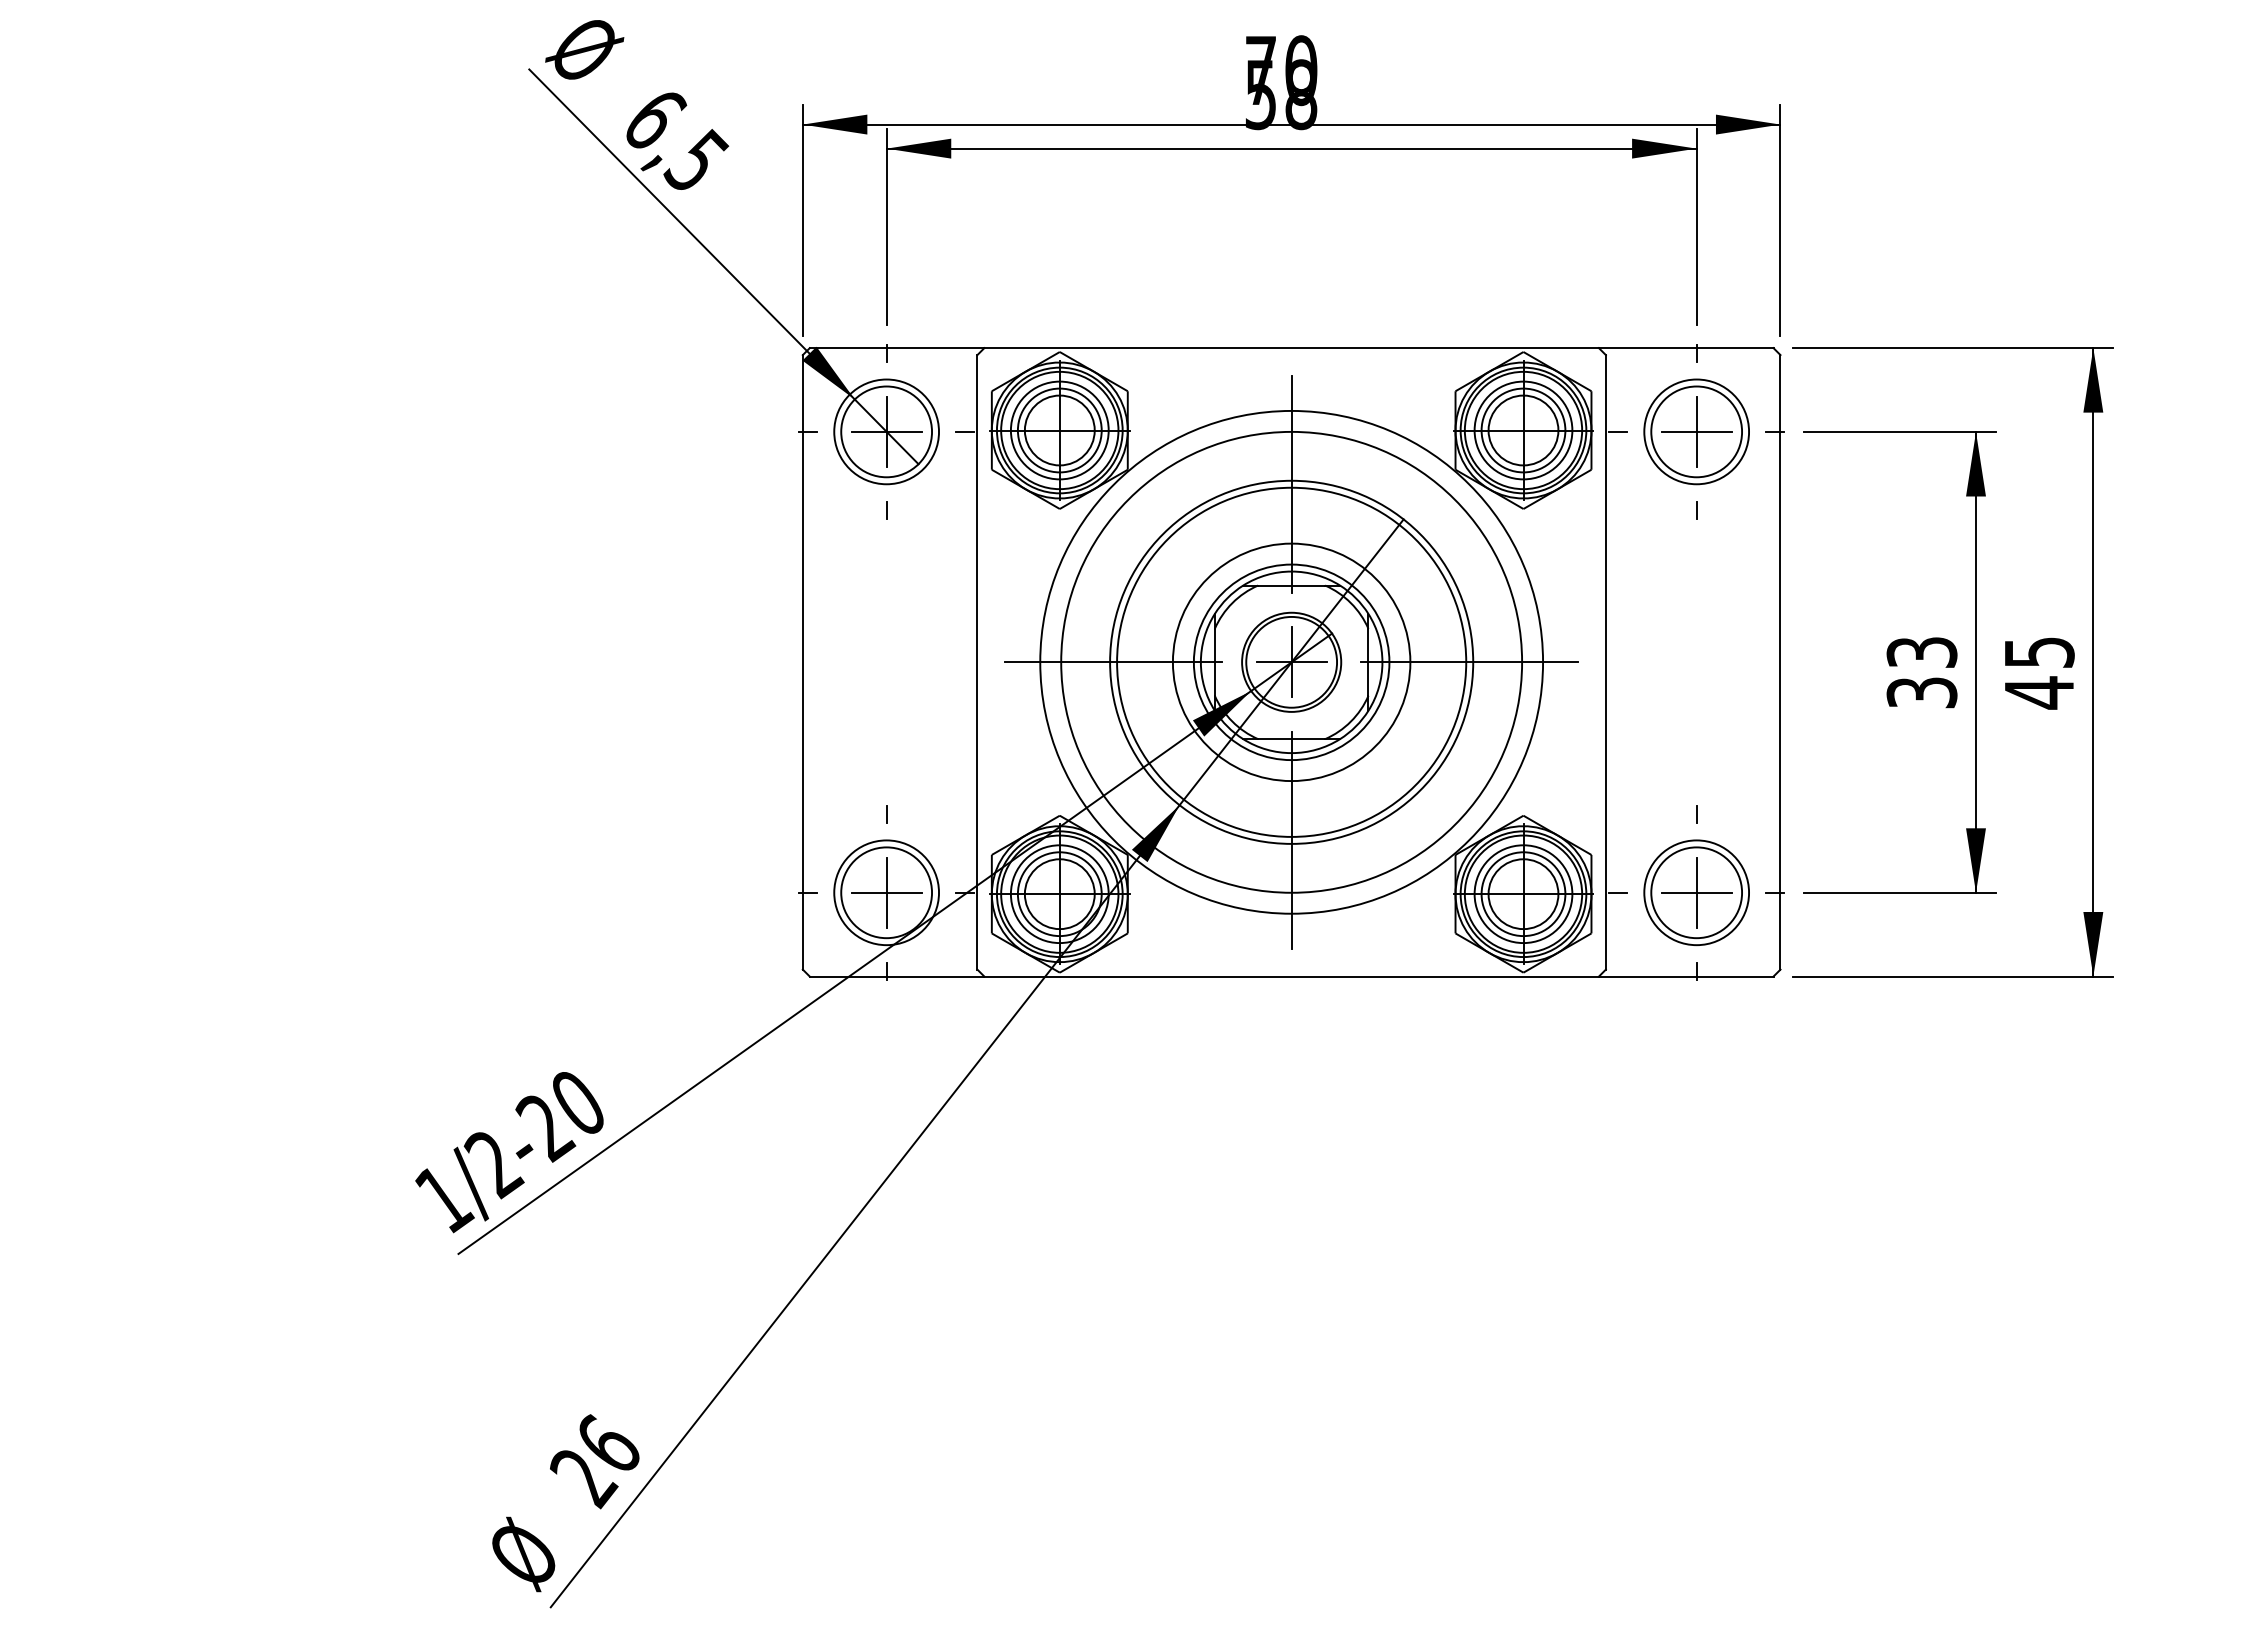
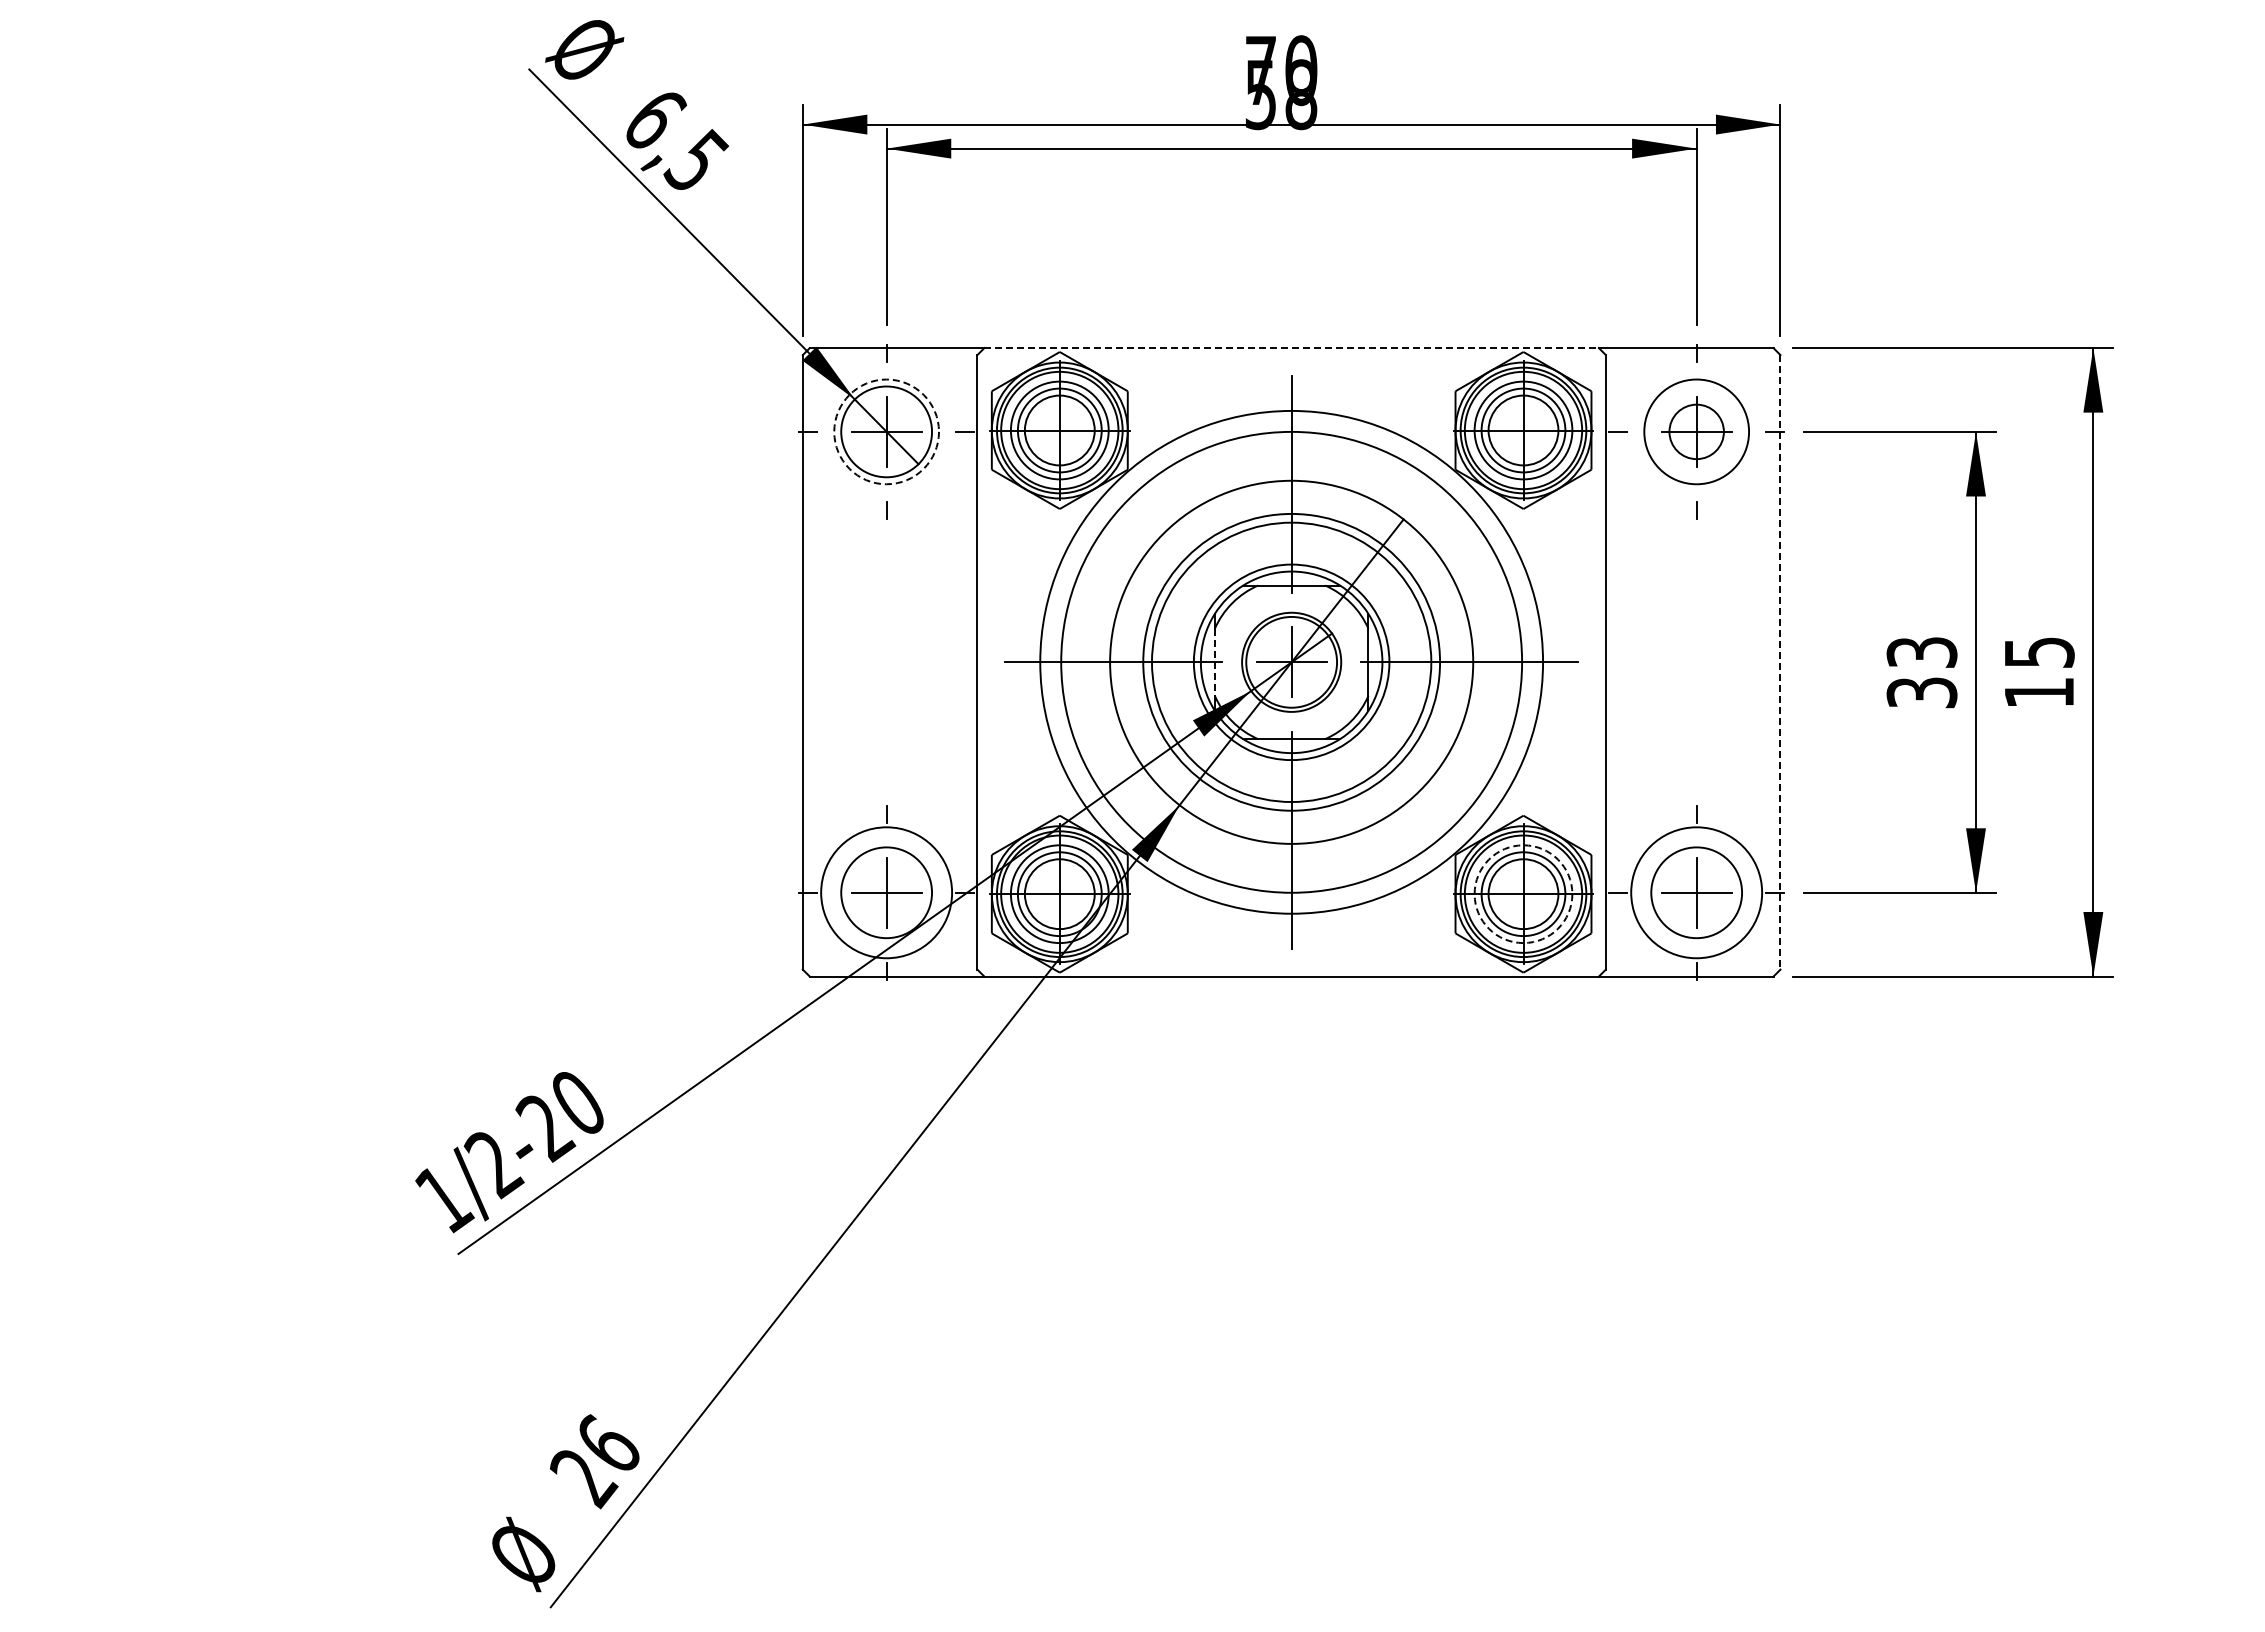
line at (1292, 348): solid -> dashed
circle at (886, 431): solid -> dashed
circle at (1696, 431) diameter: 91 px -> 54 px
circle at (1291, 661) diameter: 349 px -> 279 px
line at (1214, 662): solid -> dashed
circle at (1291, 662) diameter: 237 px -> 297 px
line at (1780, 662): solid -> dashed
text at (2039, 692): 45 -> 15
circle at (886, 892) diameter: 105 px -> 131 px
circle at (1696, 892) diameter: 105 px -> 131 px
circle at (1523, 894): solid -> dashed
